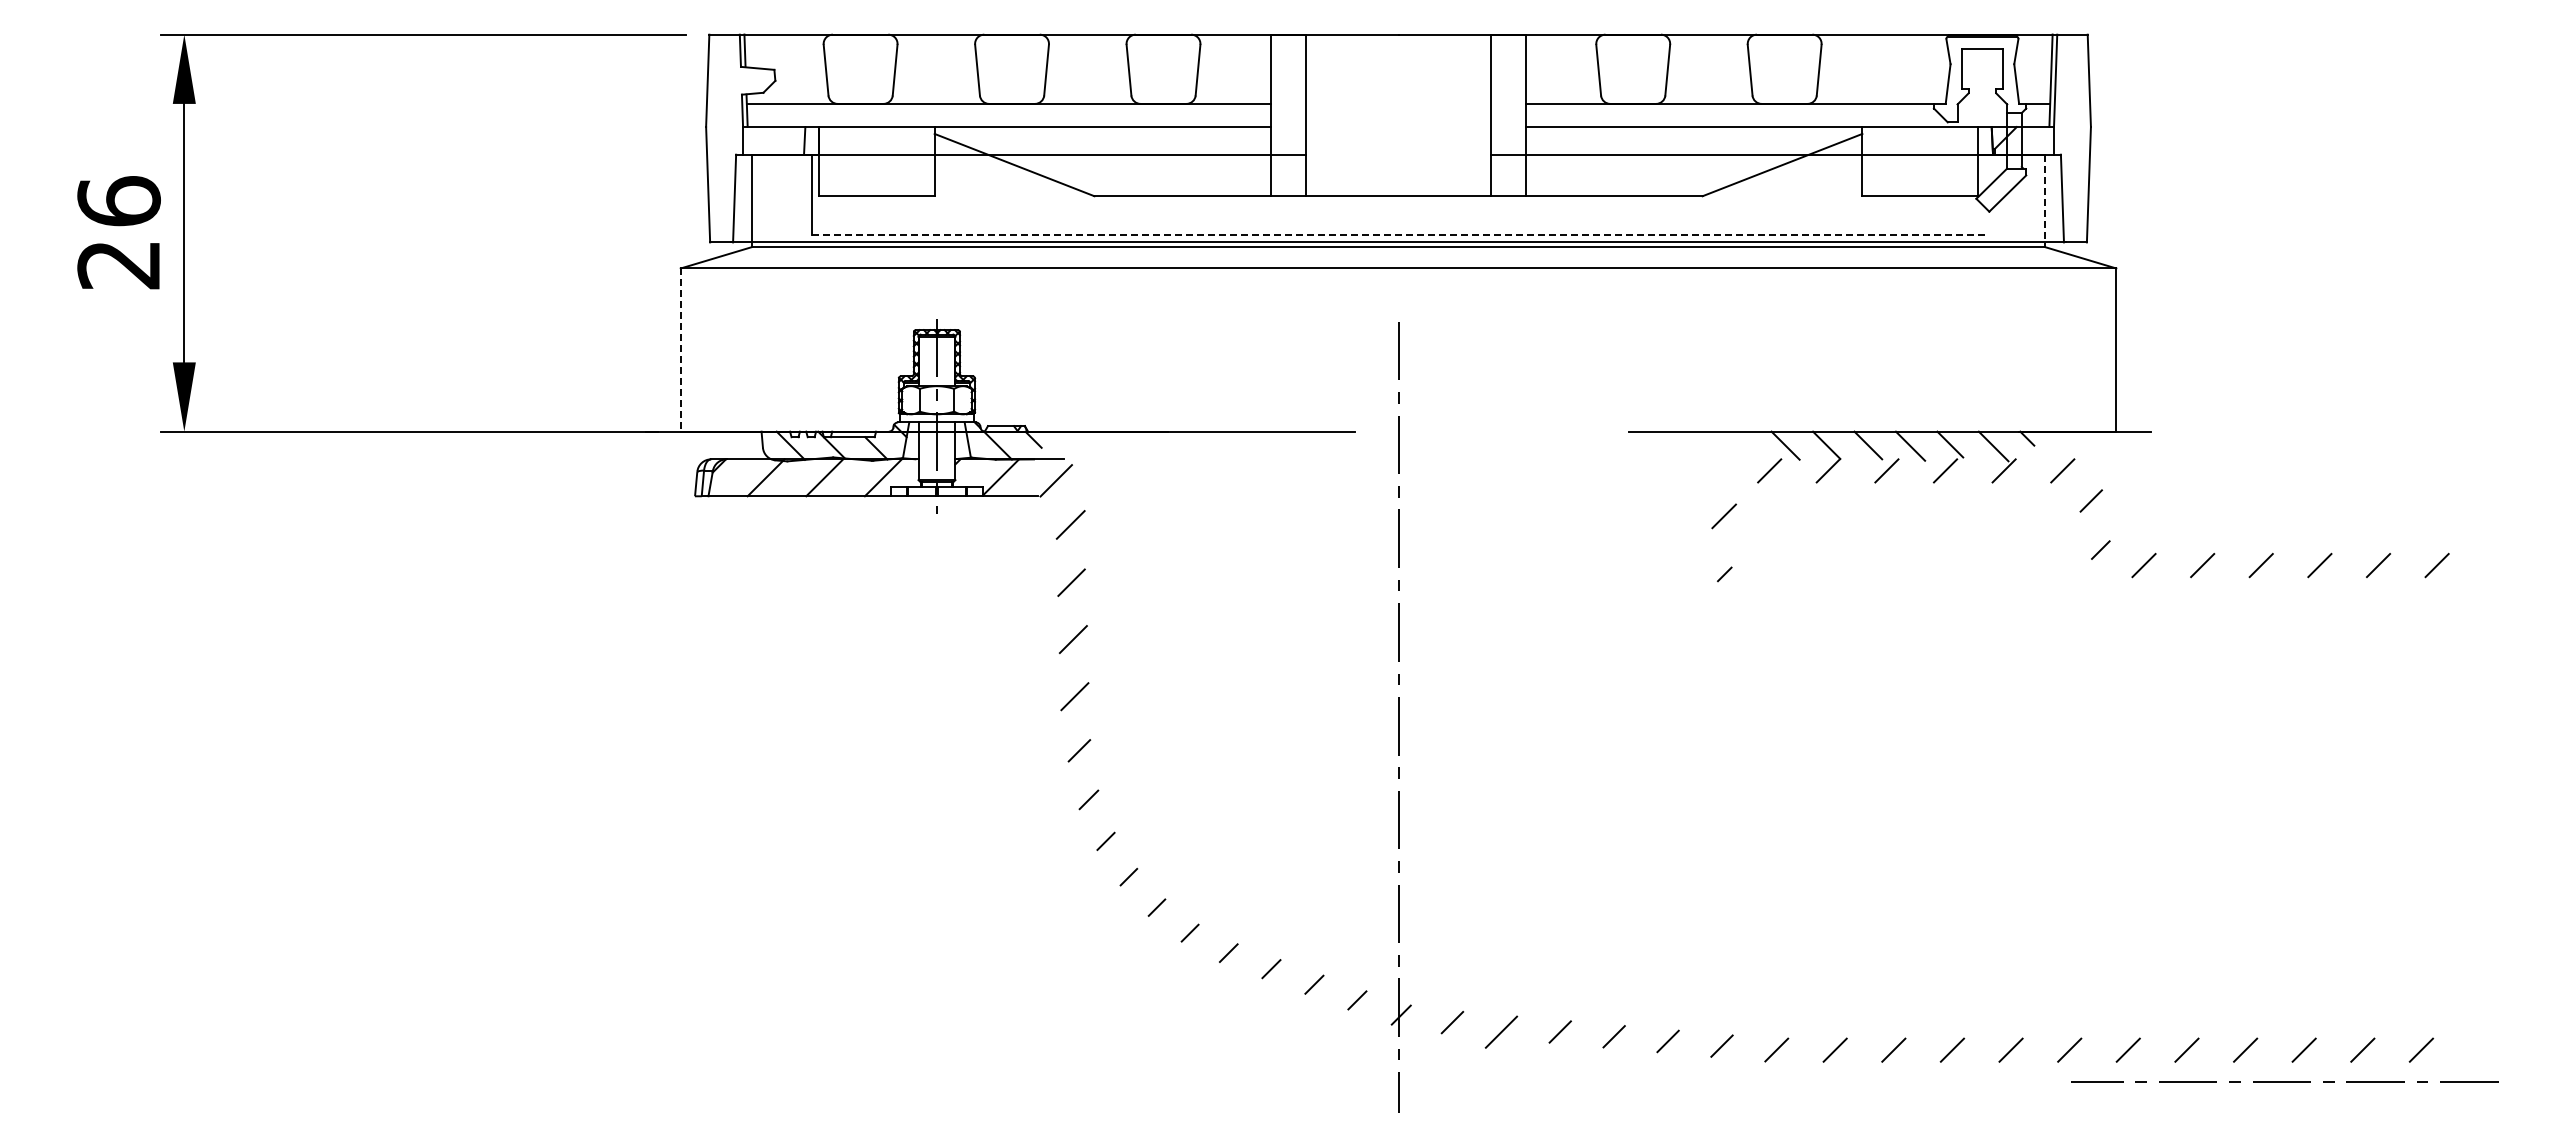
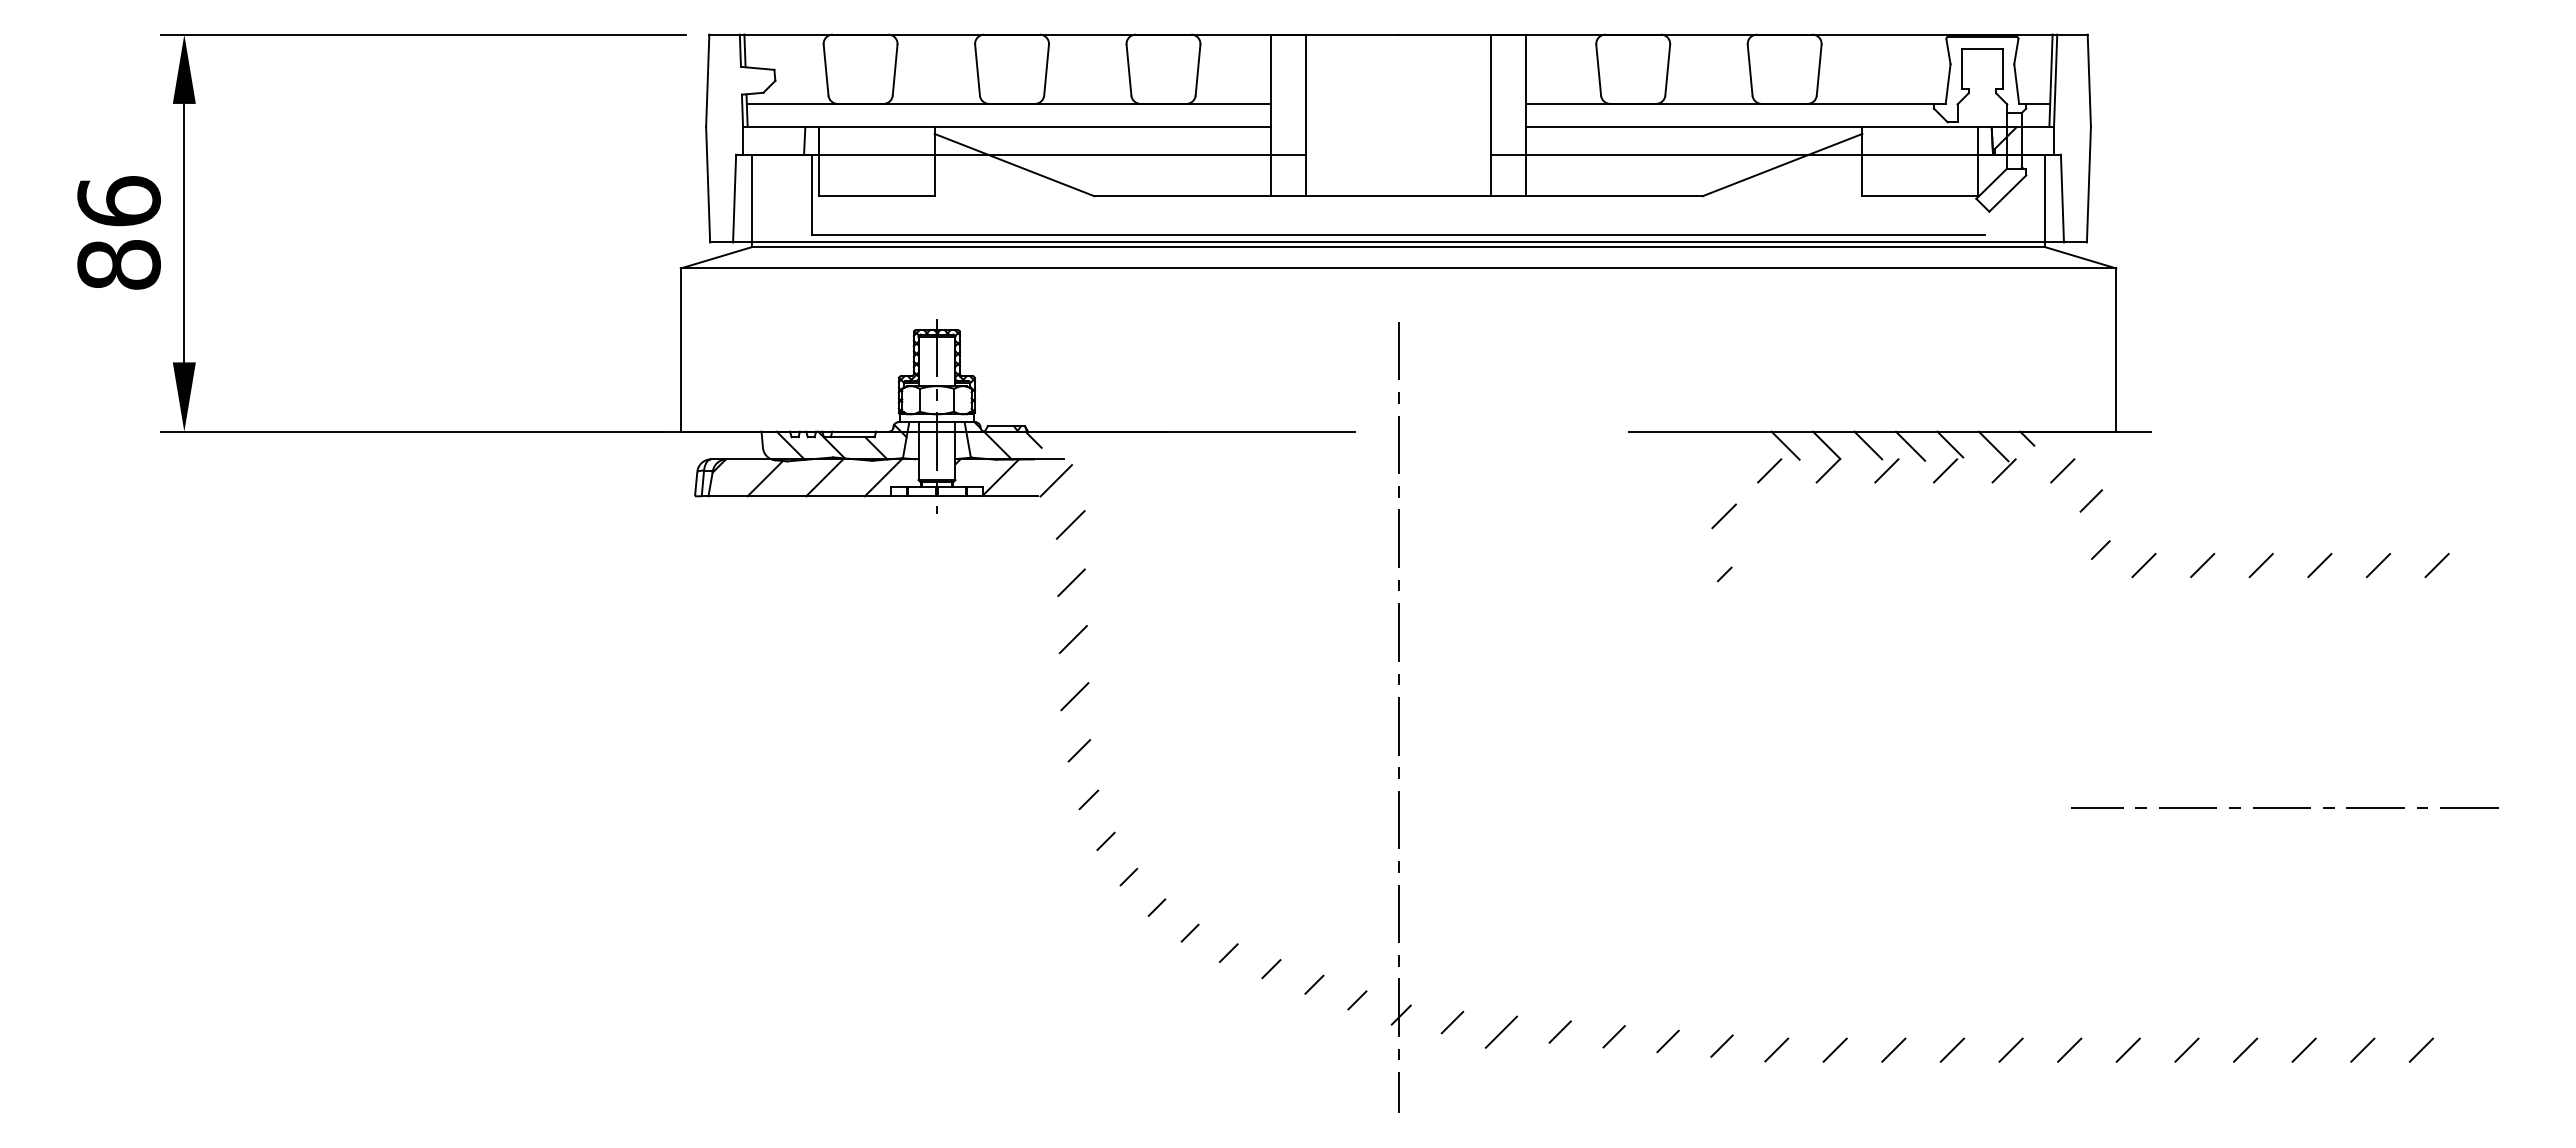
line at (2044, 201): dashed -> solid
line at (1398, 235): dashed -> solid
text at (118, 264): 26 -> 86
line at (680, 350): dashed -> solid
line at (2284, 1081) position: (2284, 1081) -> (2284, 807)
